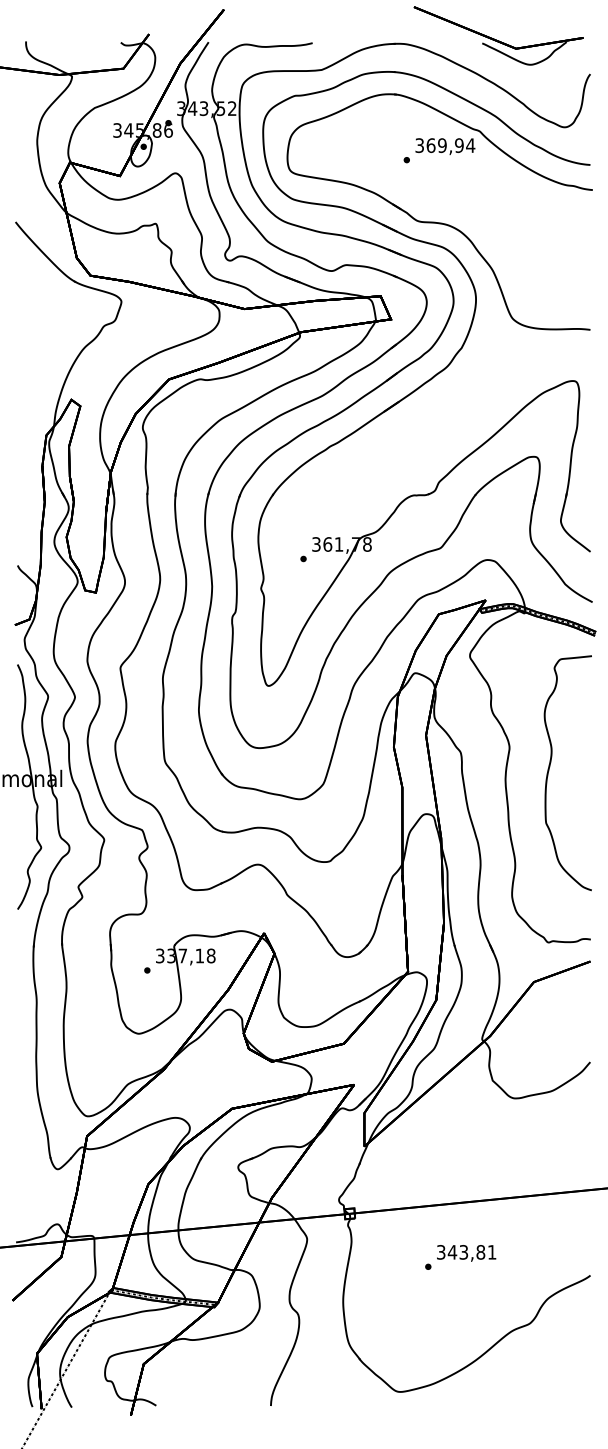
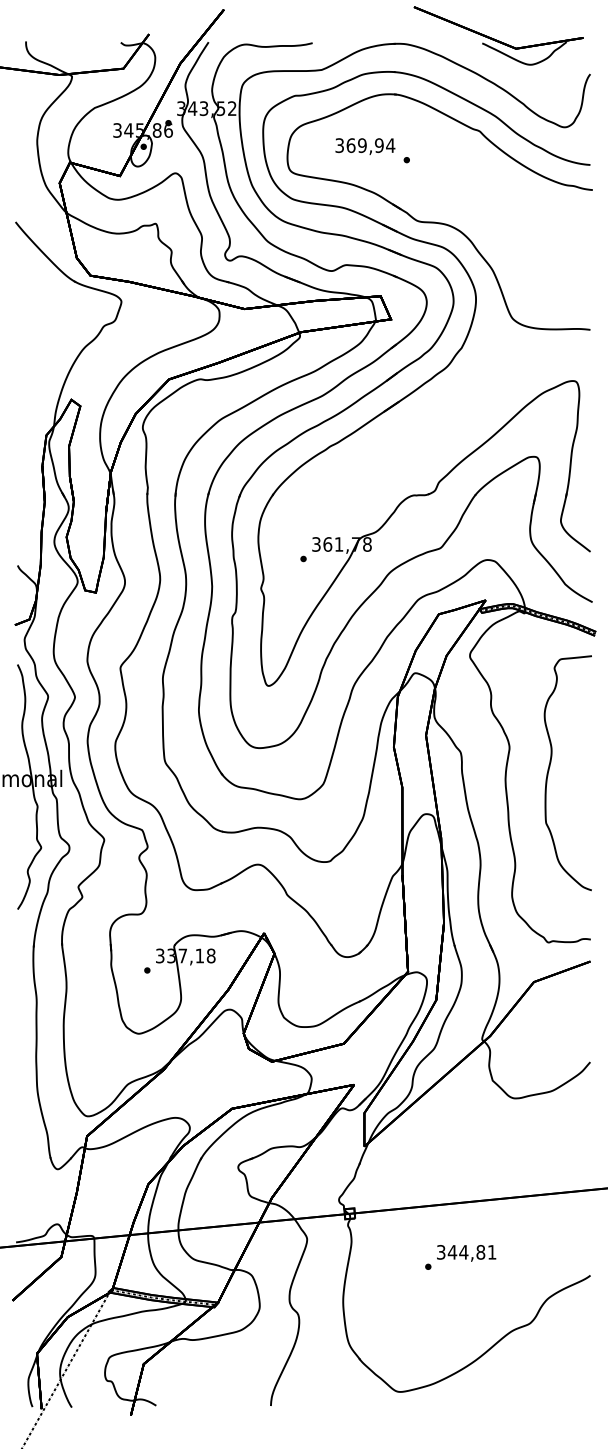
text at (445, 146) position: (445, 146) -> (365, 146)
text at (463, 1252): 343,81 -> 344,81
